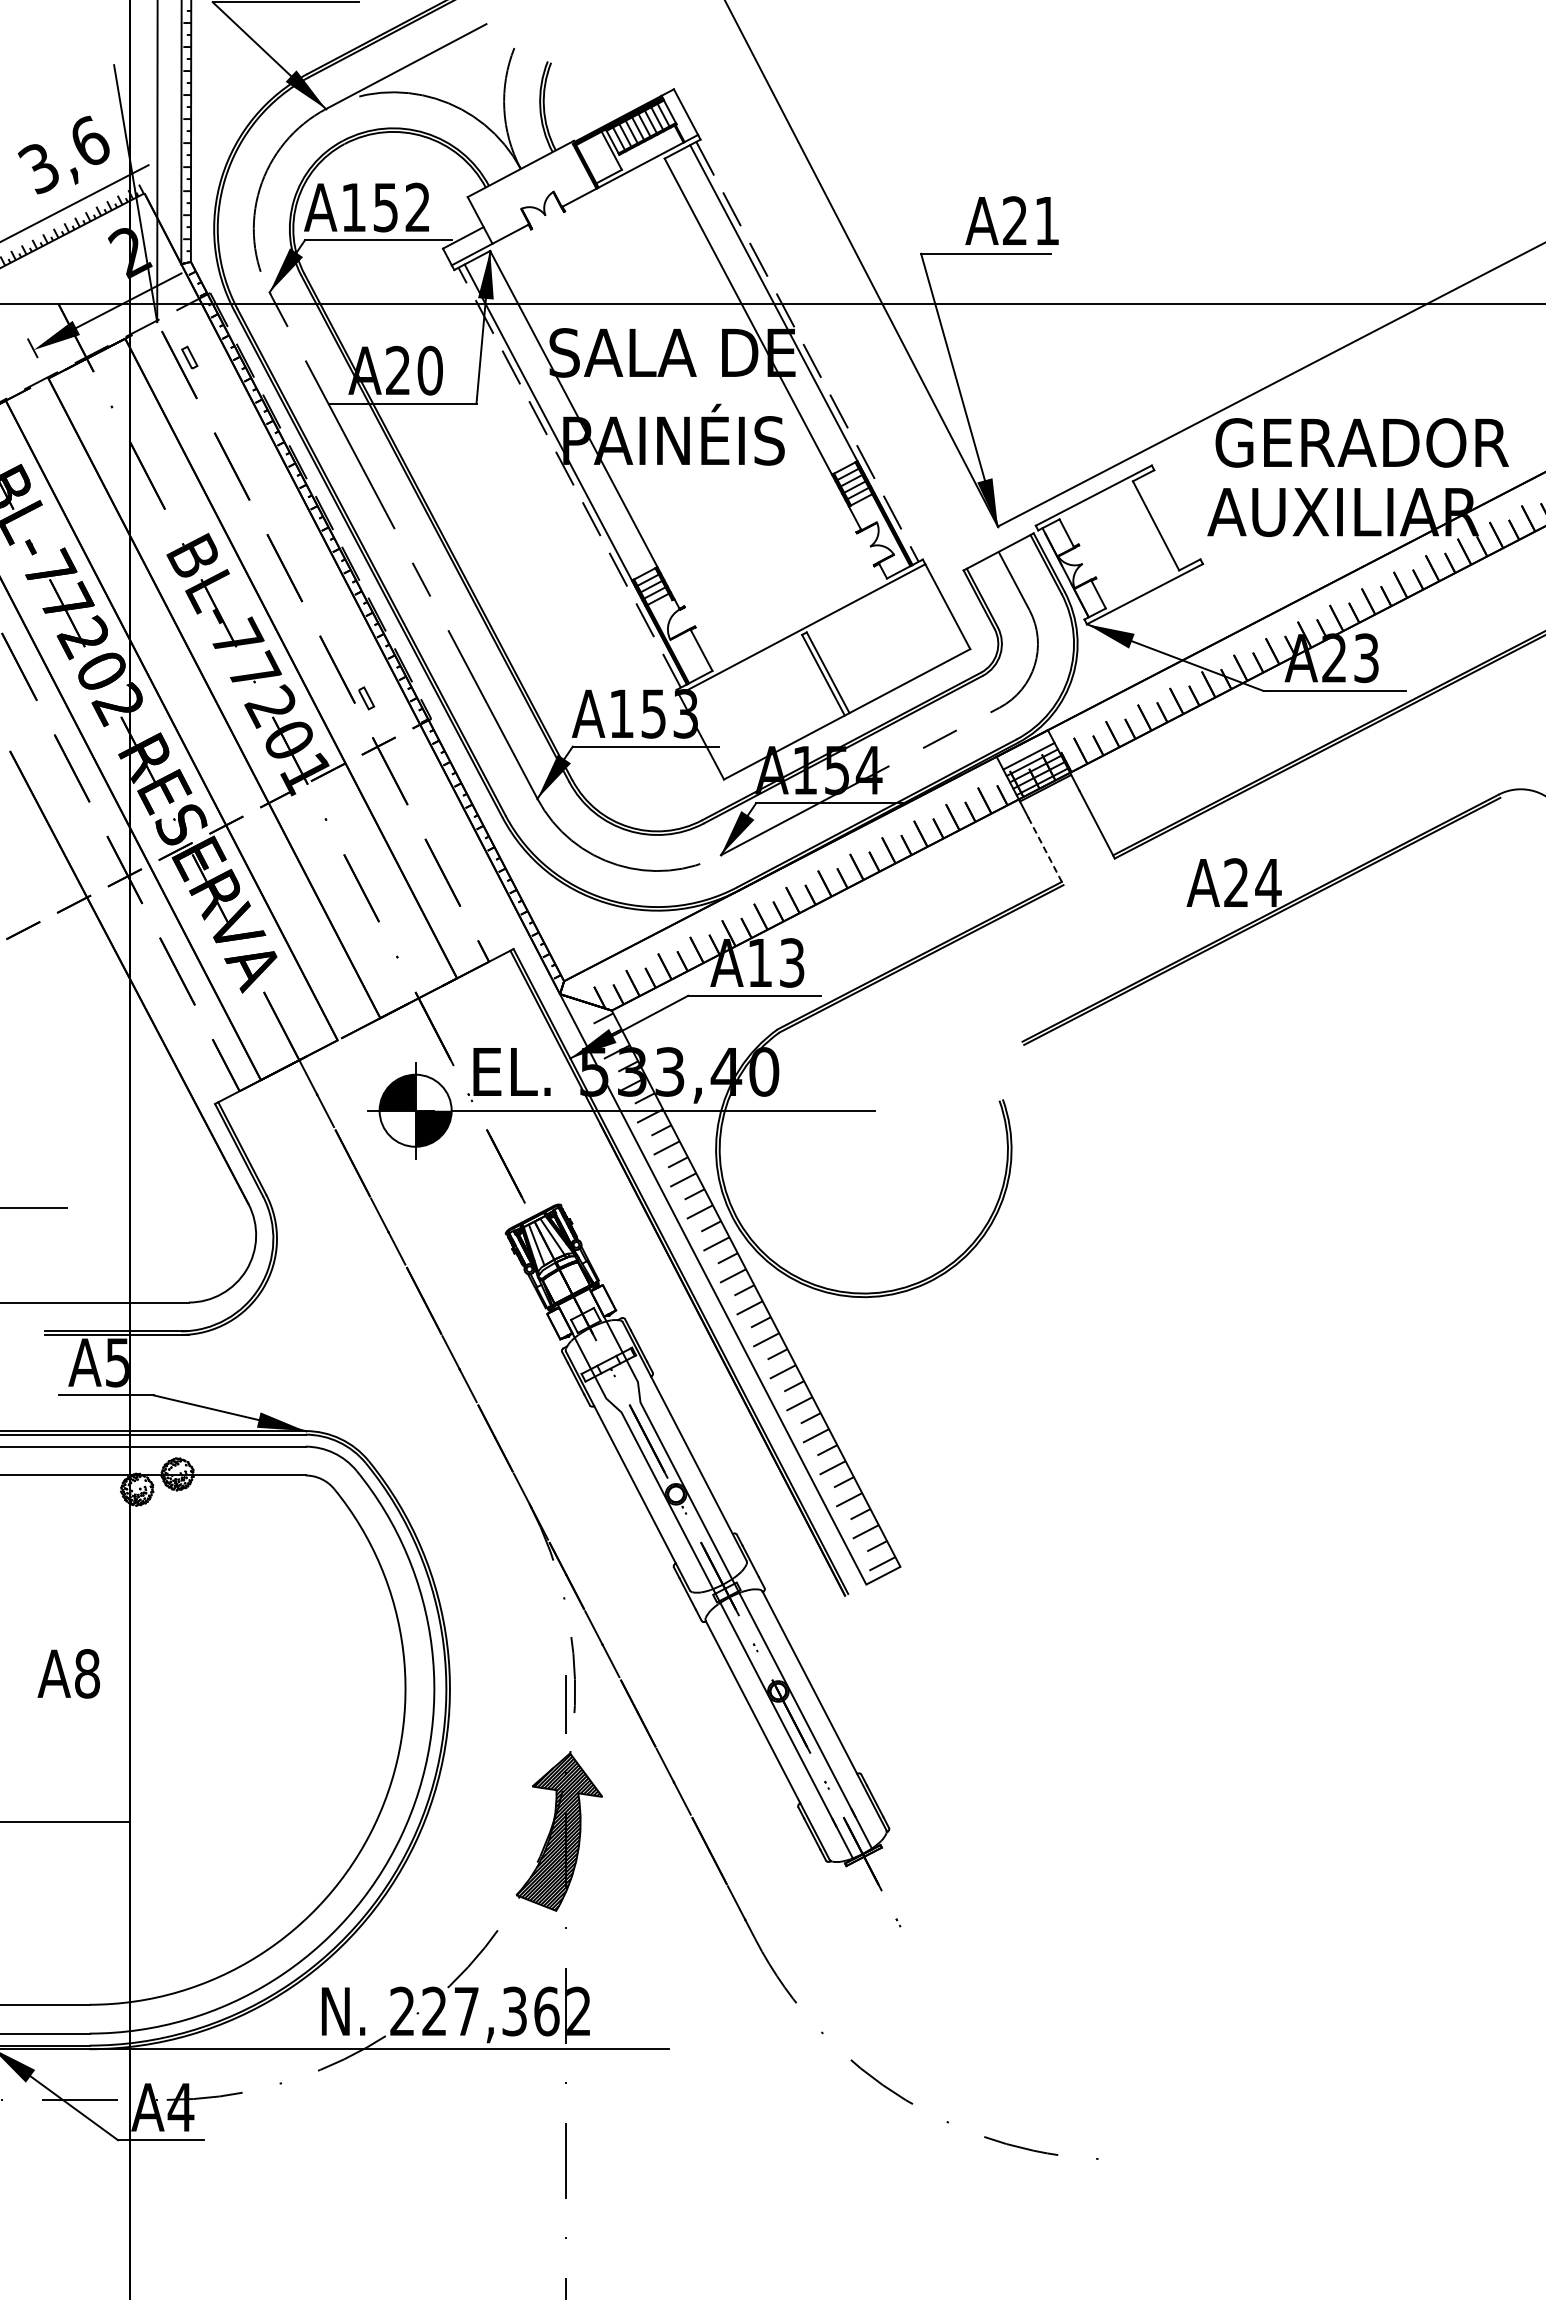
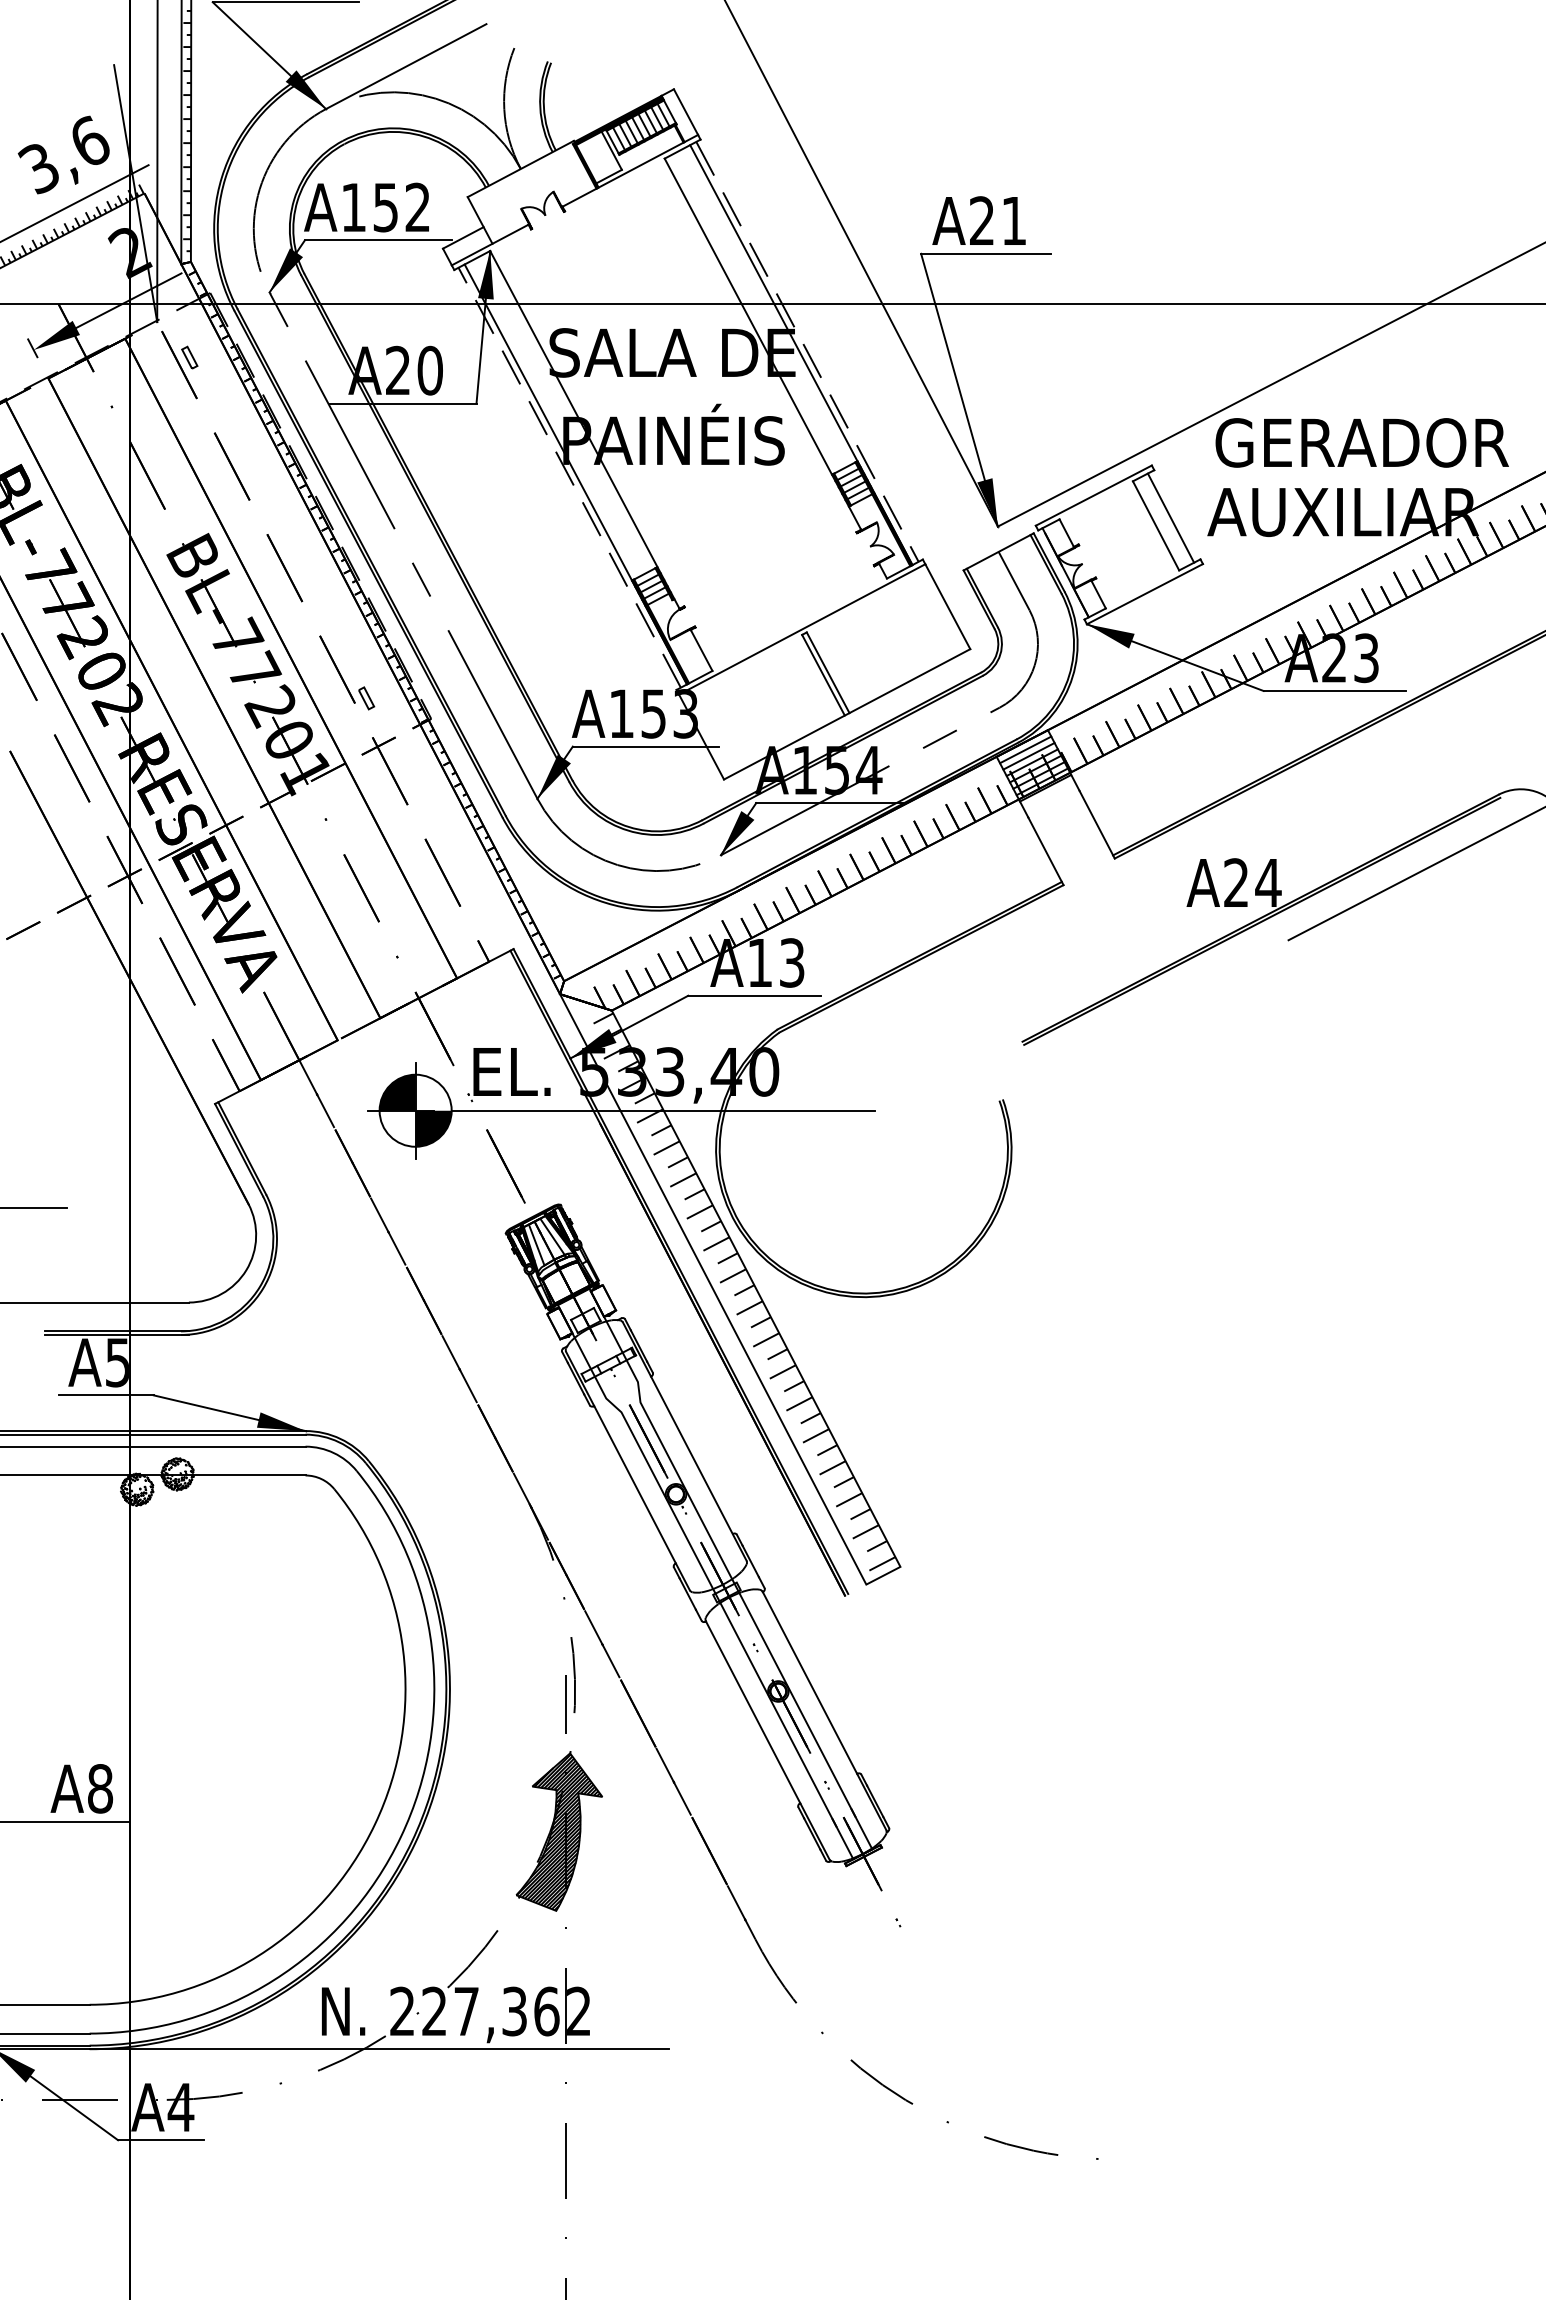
text at (1011, 220) position: (1011, 220) -> (978, 220)
line at (1170, 517): none -> present
line at (1025, 749): none -> present
line at (1046, 851): dashed -> solid
line at (1415, 874): none -> present
text at (68, 1673) position: (68, 1673) -> (81, 1788)
